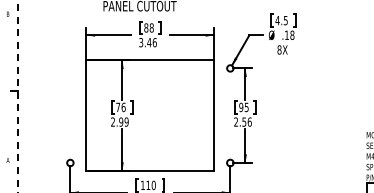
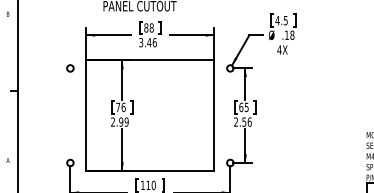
text at (279, 49): 8X -> 4X
circle at (70, 68): none -> present
line at (17, 96): dashed -> solid
text at (241, 107): 95 -> 65
